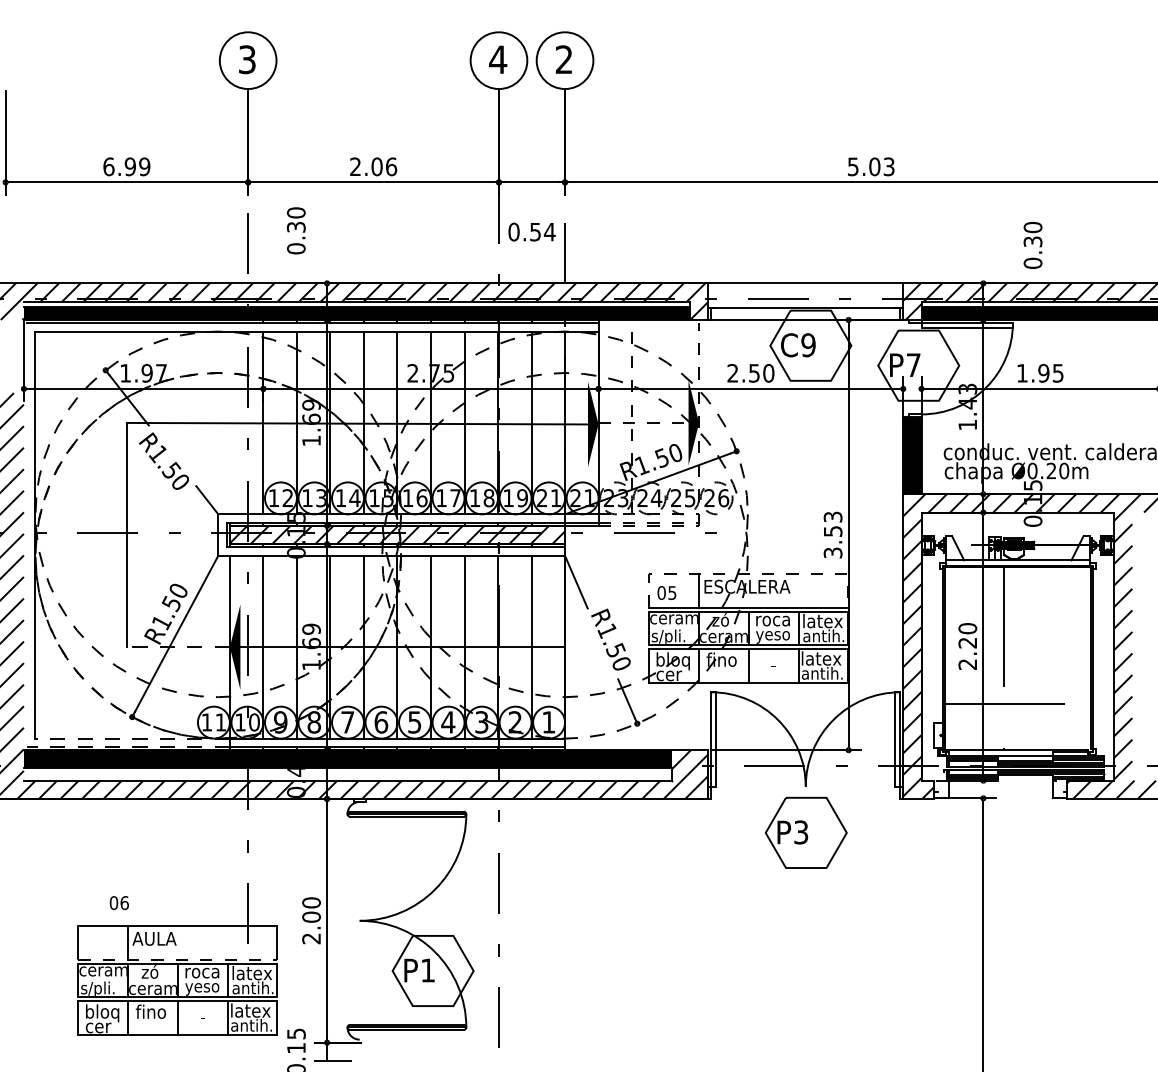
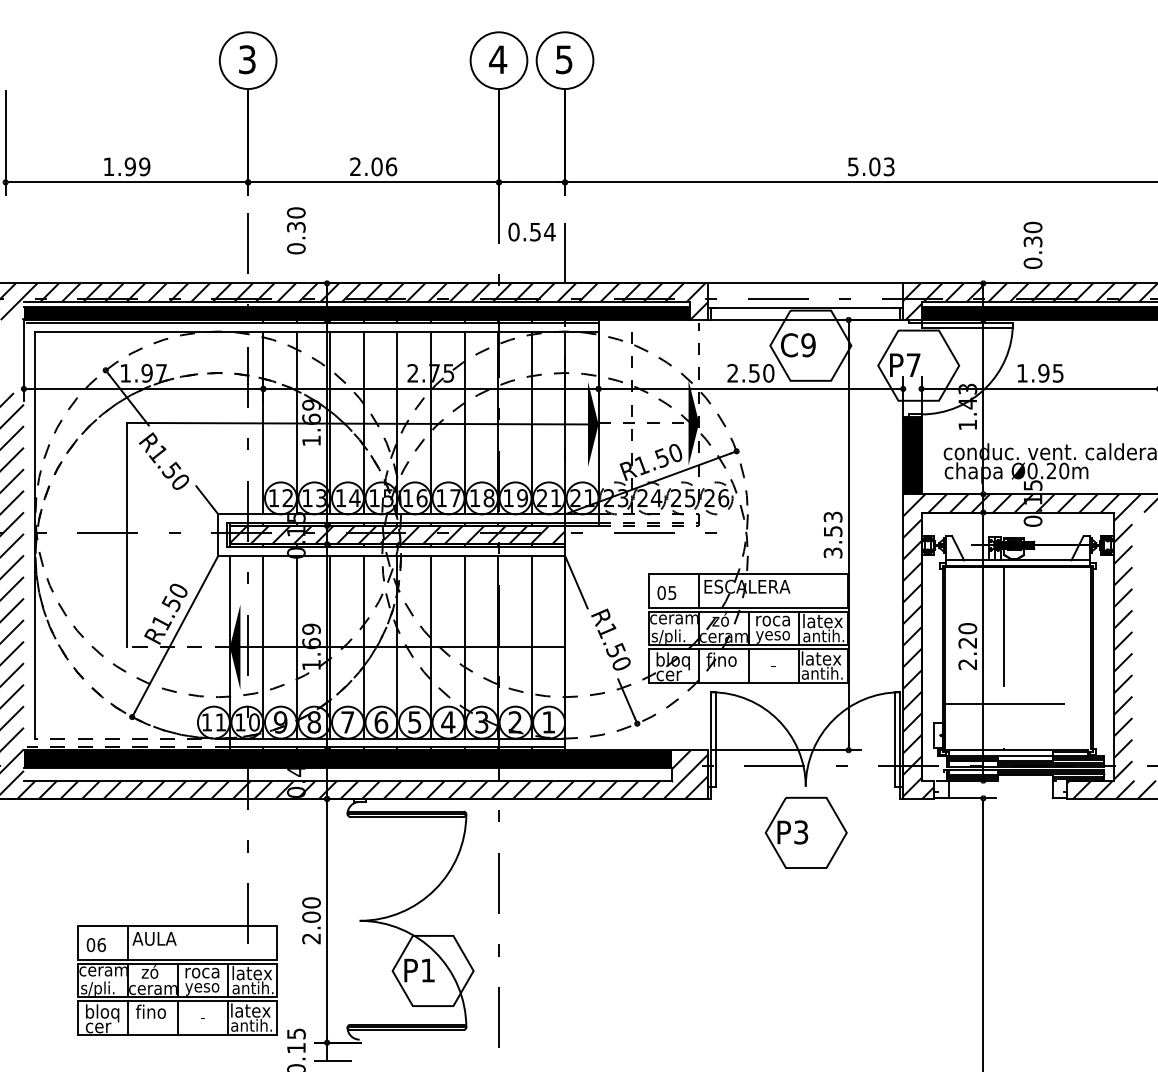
text at (563, 59): 2 -> 5
text at (108, 166): 6.99 -> 1.99
line at (748, 574): dashed -> solid
text at (118, 902) position: (118, 902) -> (95, 944)
line at (177, 959): dashed -> solid
